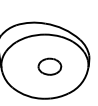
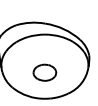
part at (49, 66) position: (49, 66) -> (44, 72)
